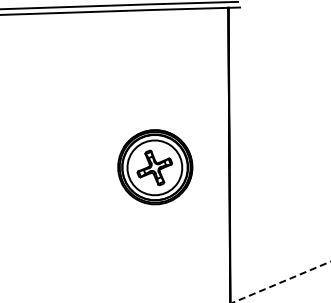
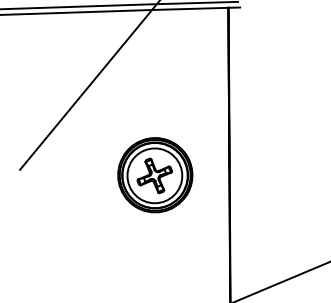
line at (89, 85): none -> present
part at (155, 167) position: (155, 167) -> (155, 175)
line at (281, 282): dashed -> solid
